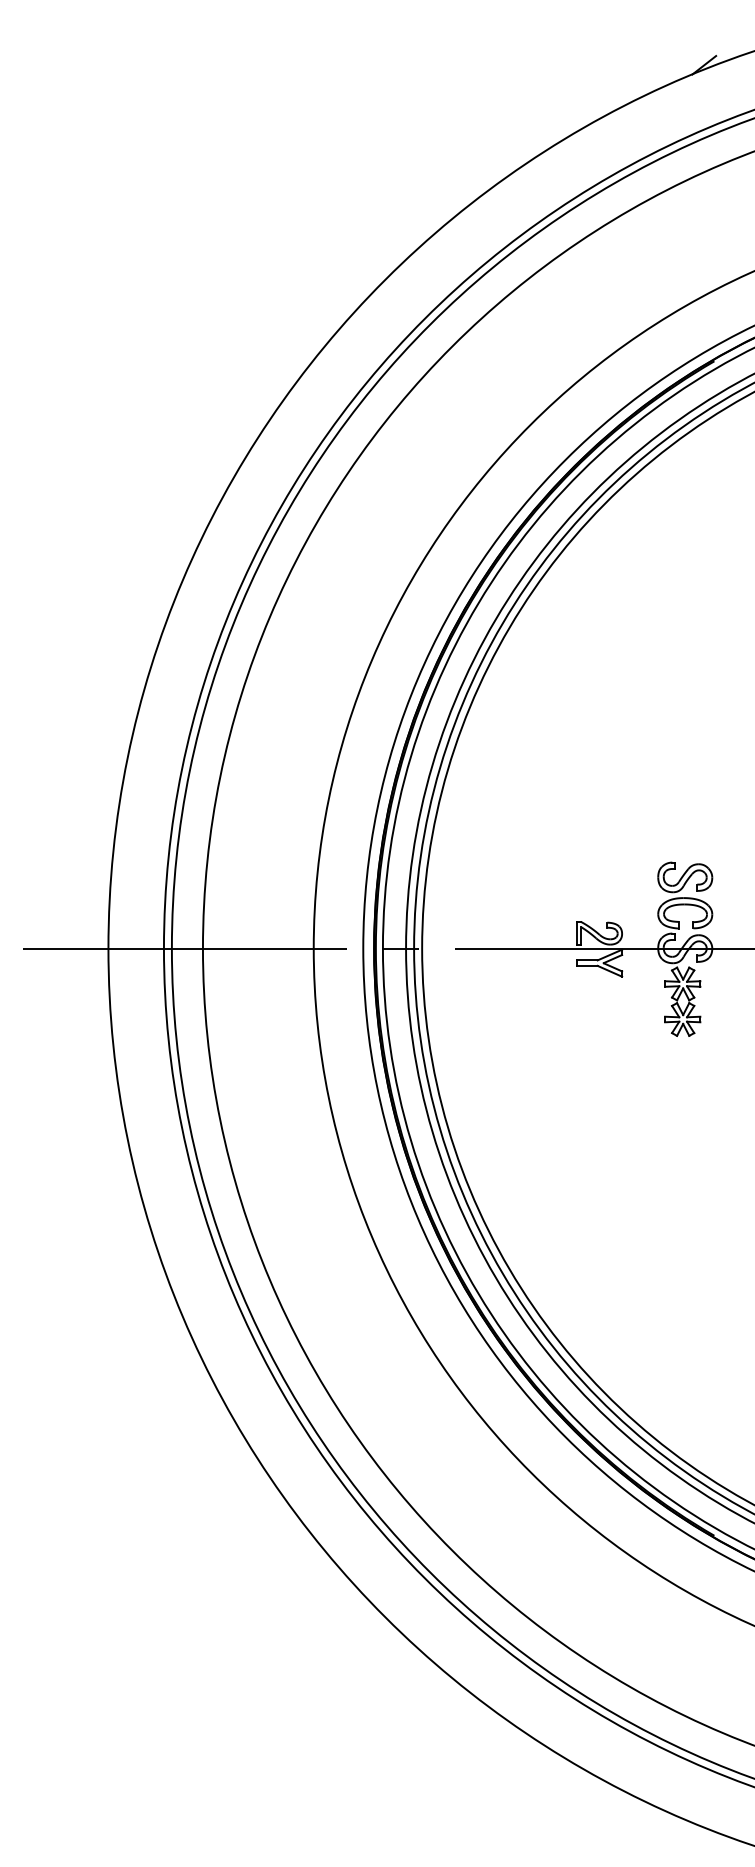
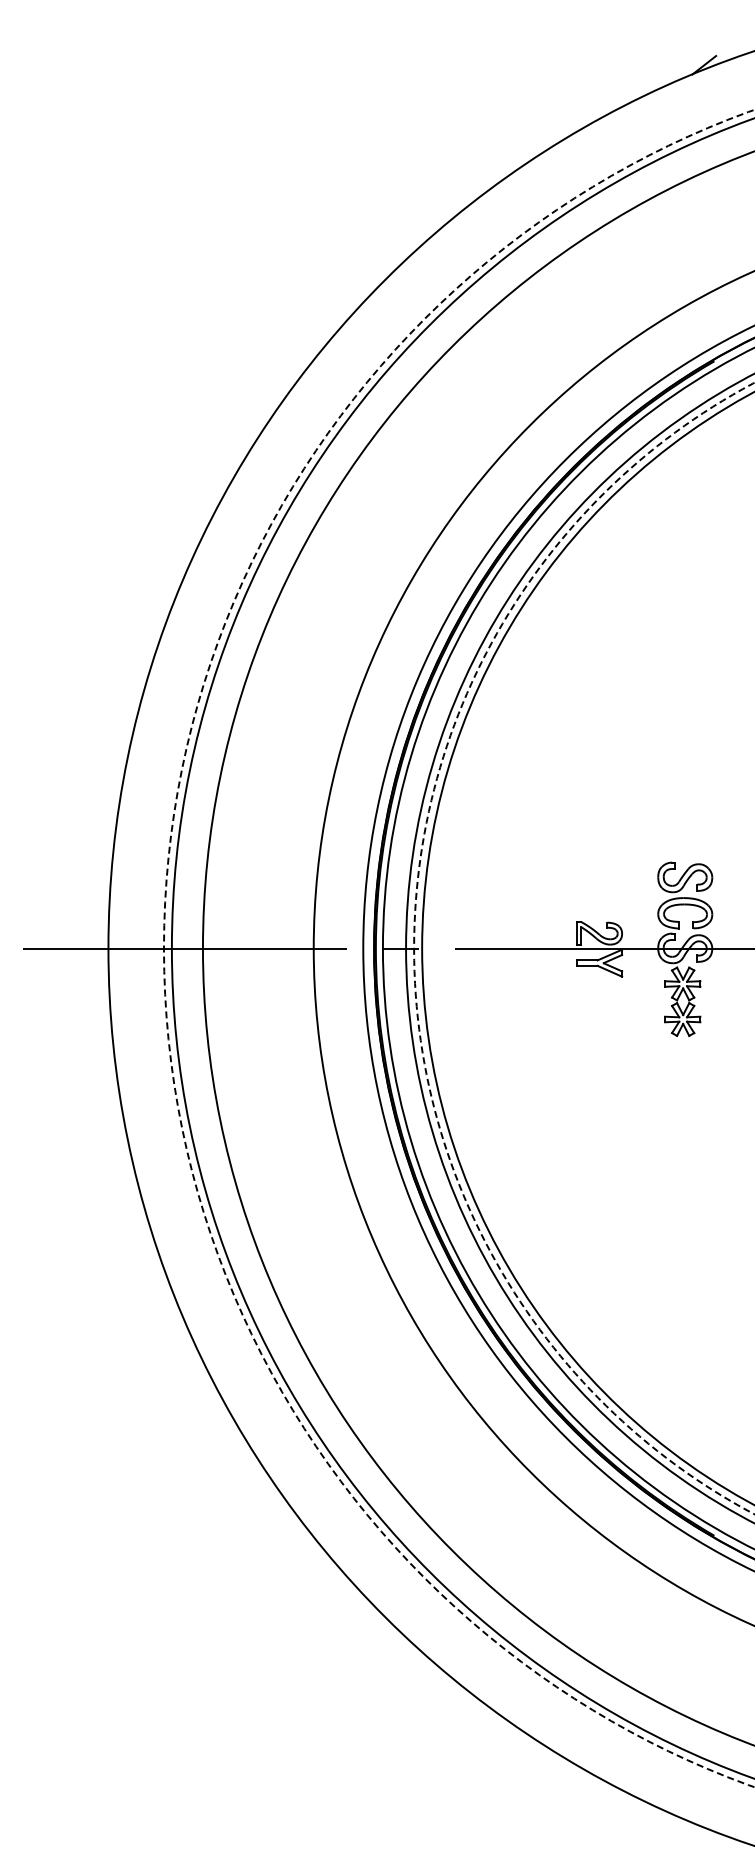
arc at (414, 948): solid -> dashed
circle at (458, 948): solid -> dashed
